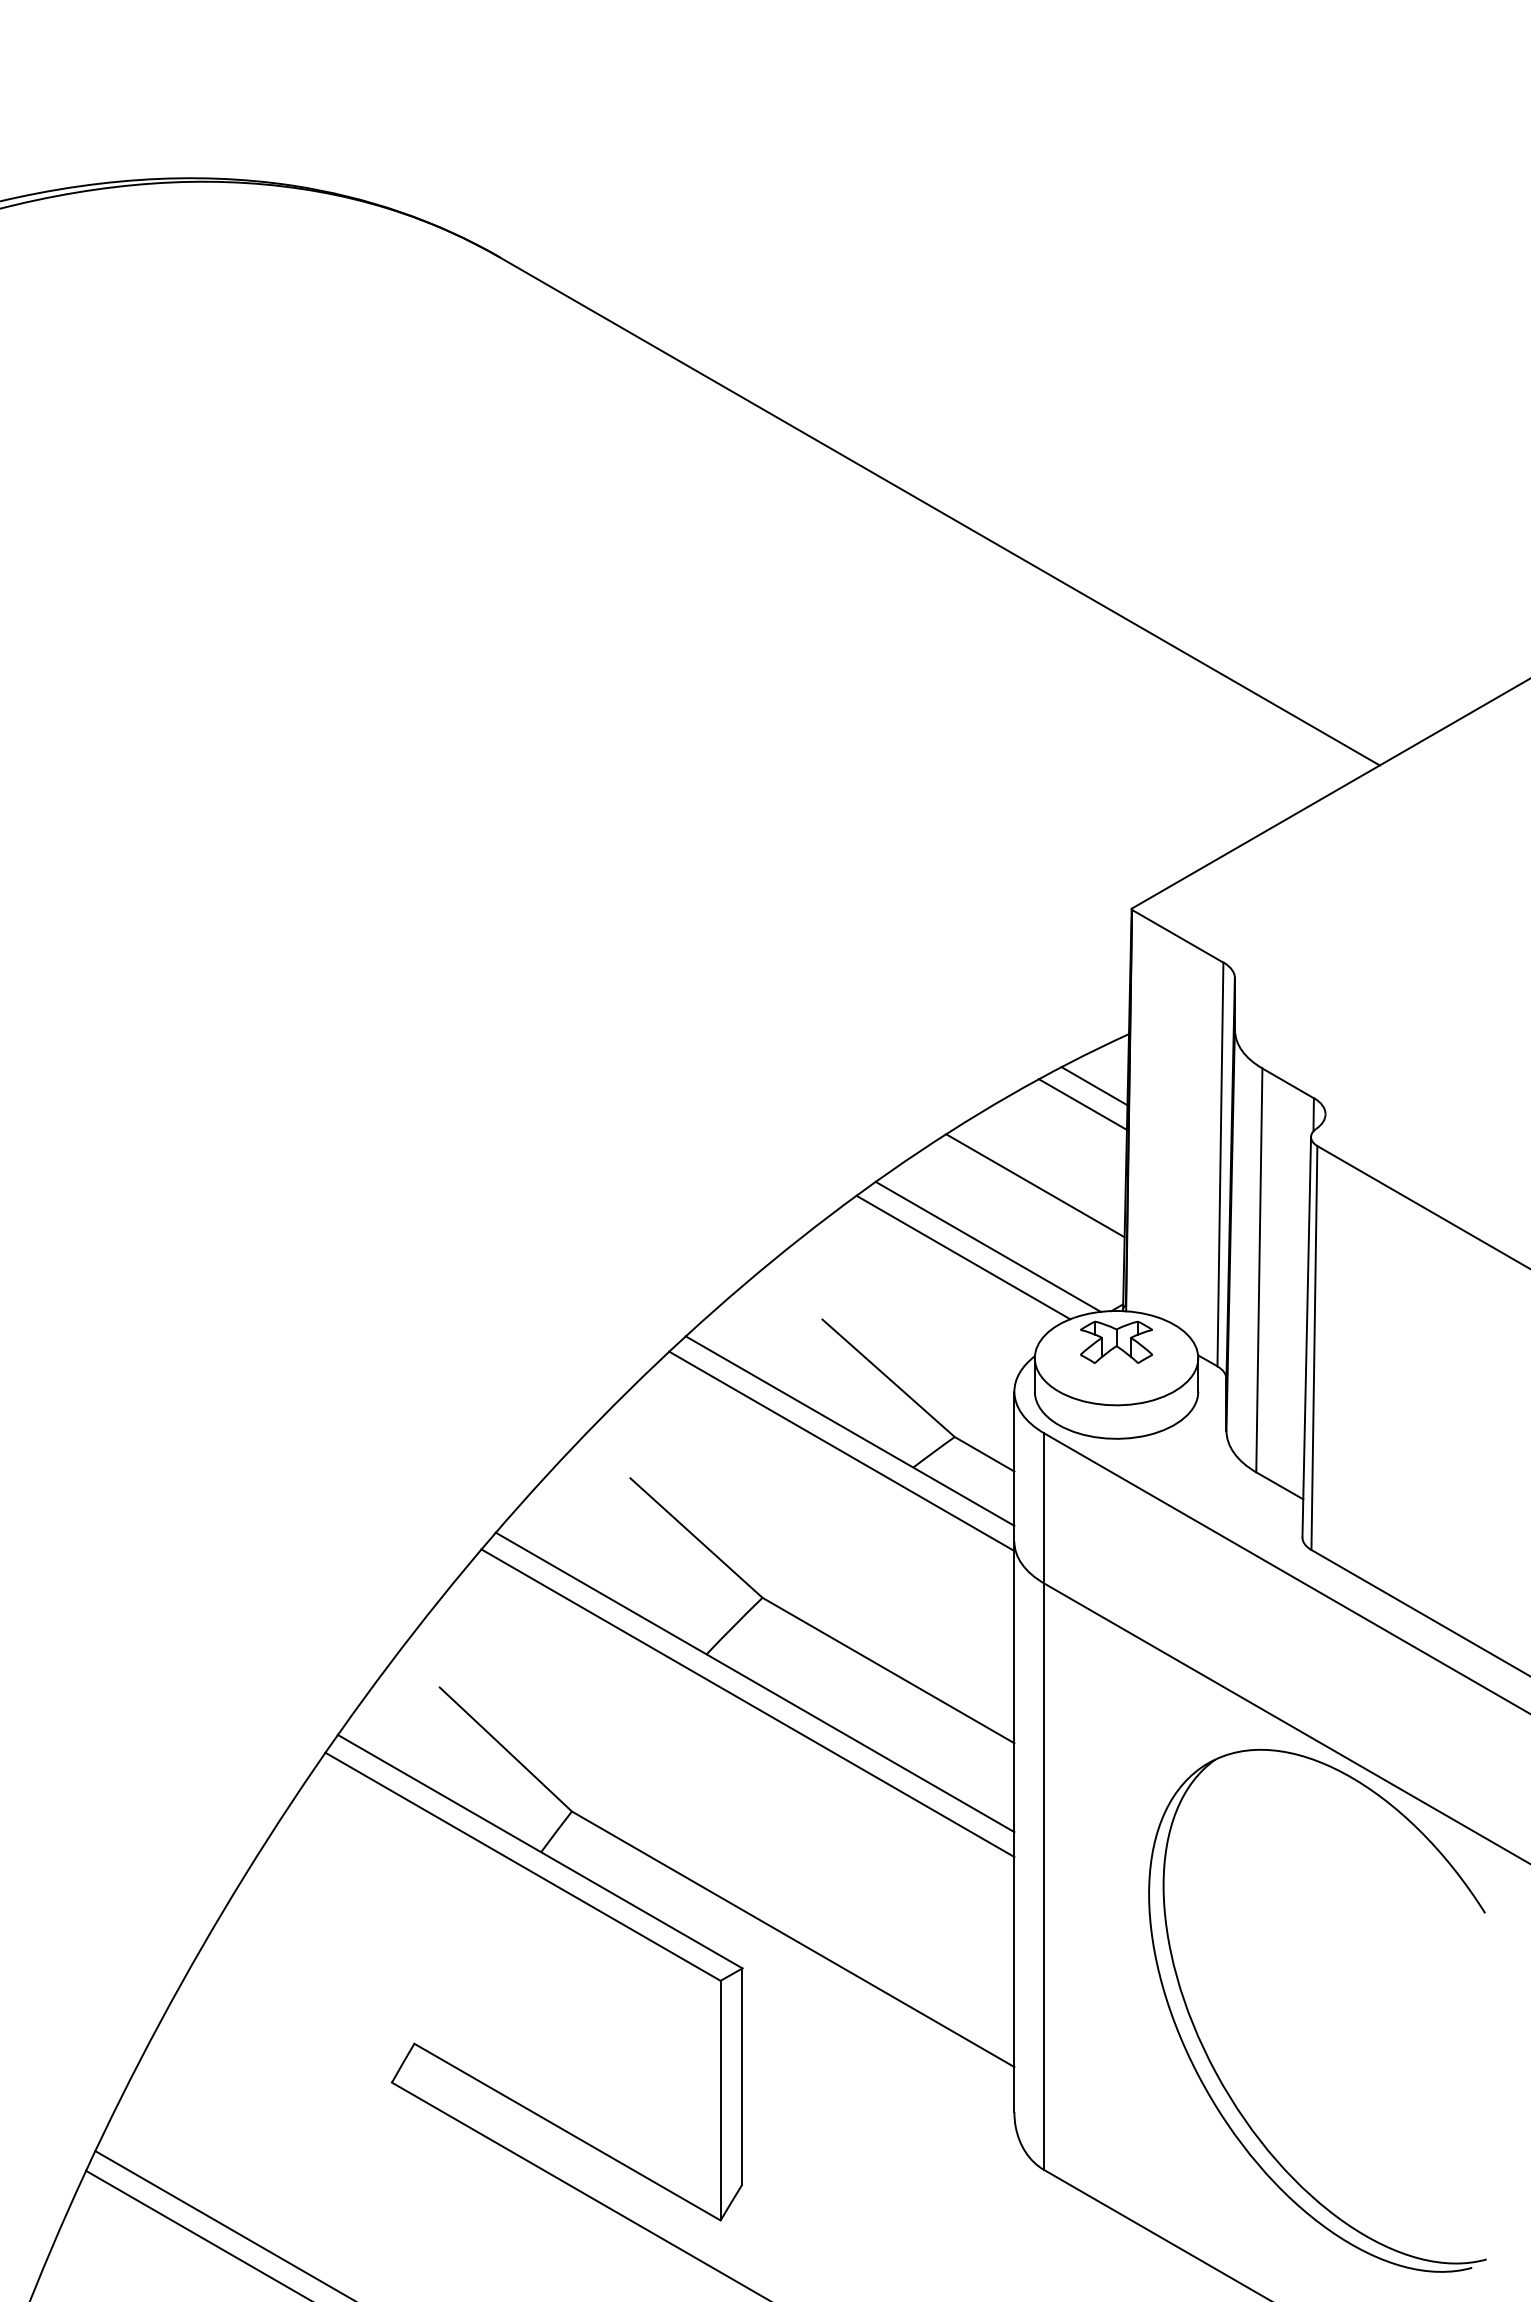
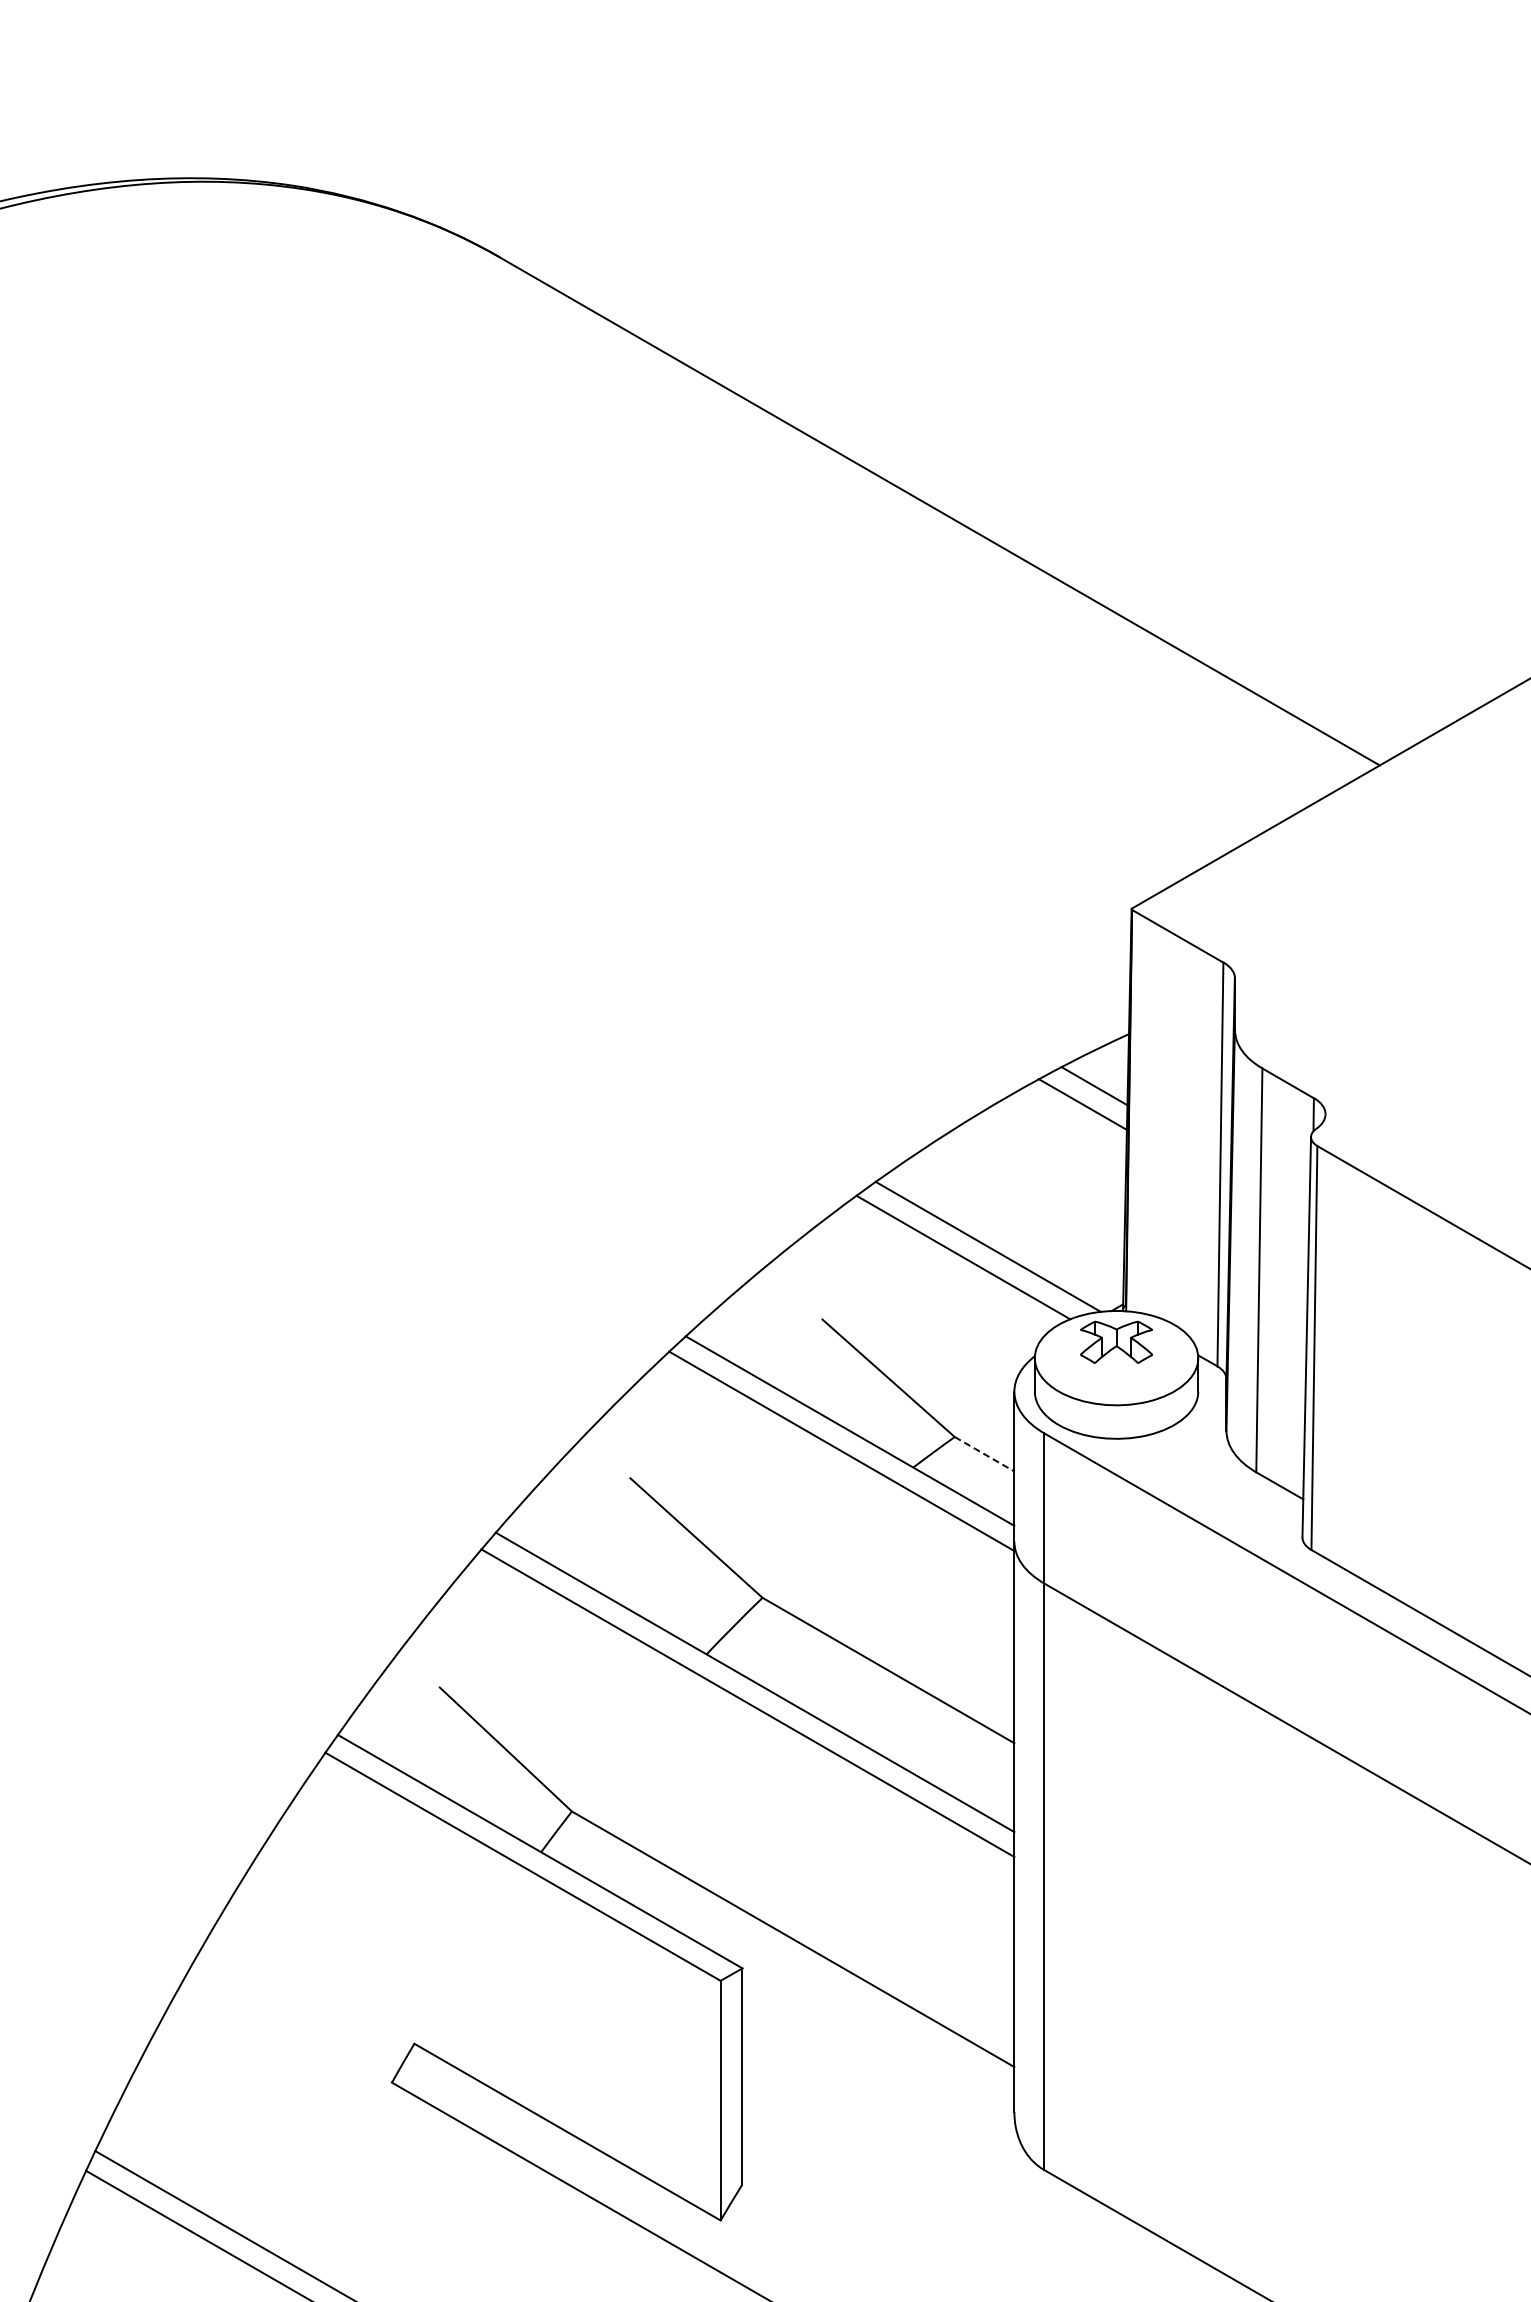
line at (1035, 1185): present -> none
line at (985, 1454): solid -> dashed
part at (1212, 2063): present -> none
